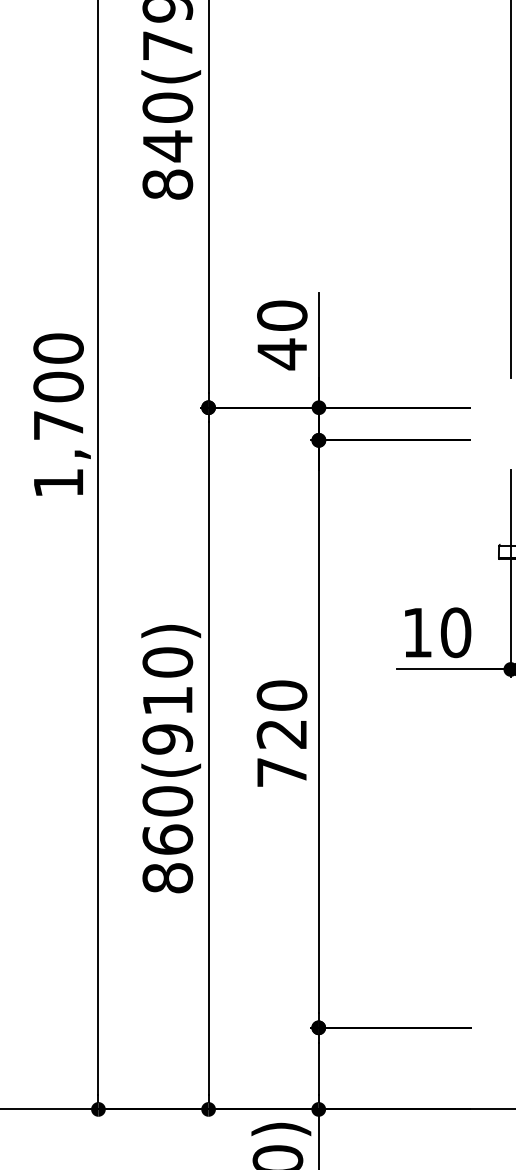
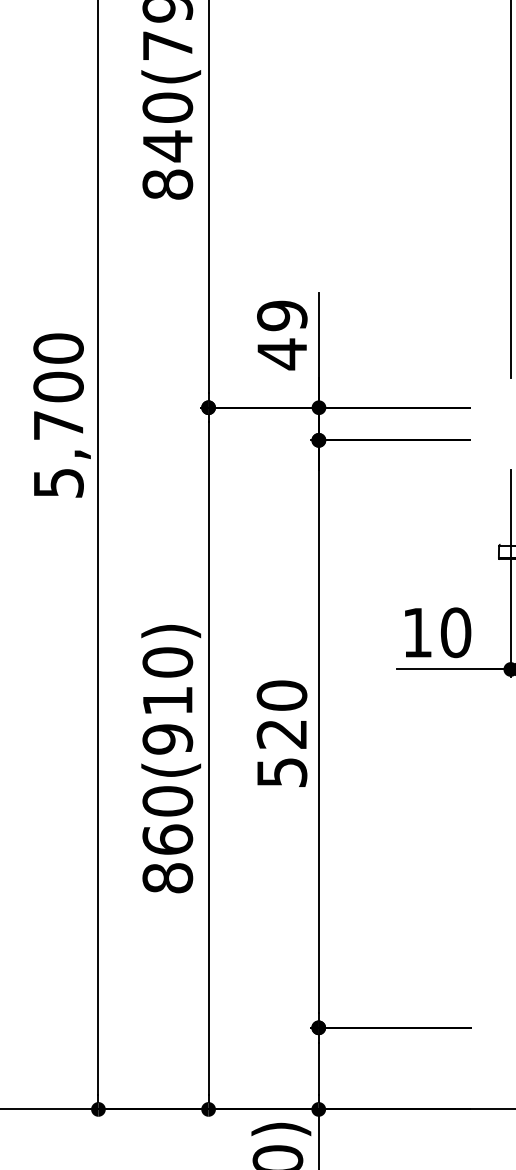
text at (282, 315): 40 -> 49
text at (58, 483): 1,700 -> 5,700
text at (282, 772): 720 -> 520
